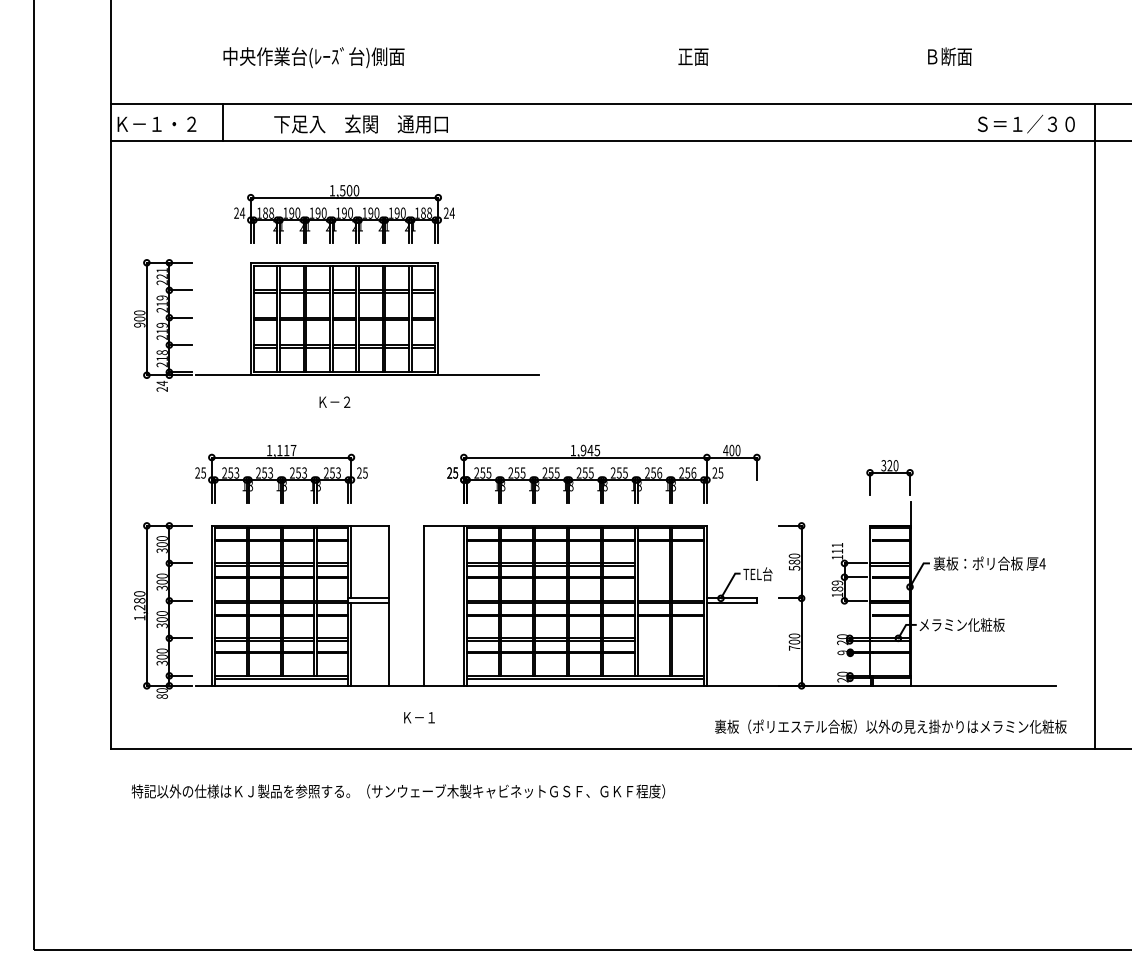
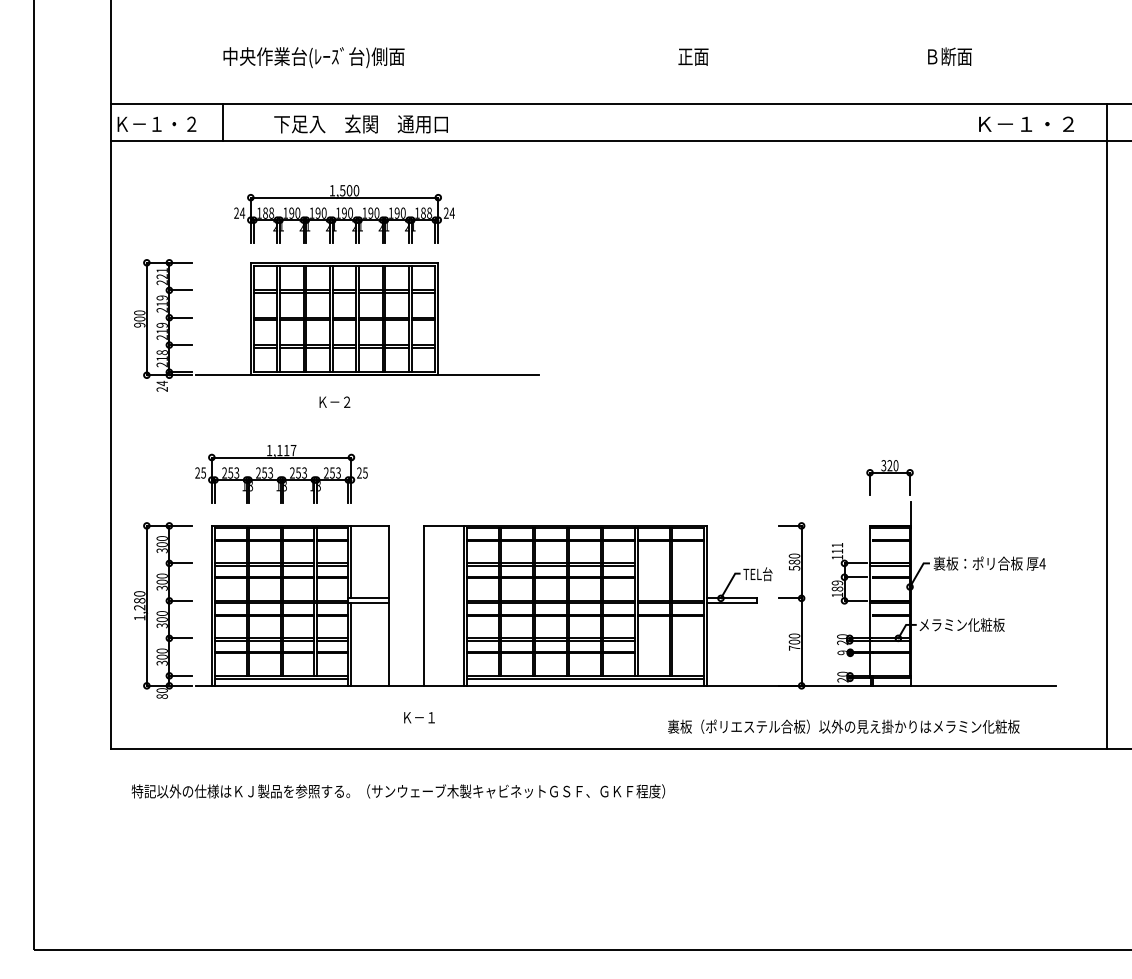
text at (1025, 123): Ｓ＝１／３０ -> Ｋ－１・２
line at (1094, 426) position: (1094, 426) -> (1106, 426)
part at (603, 473): present -> none
text at (890, 726) position: (890, 726) -> (843, 726)
